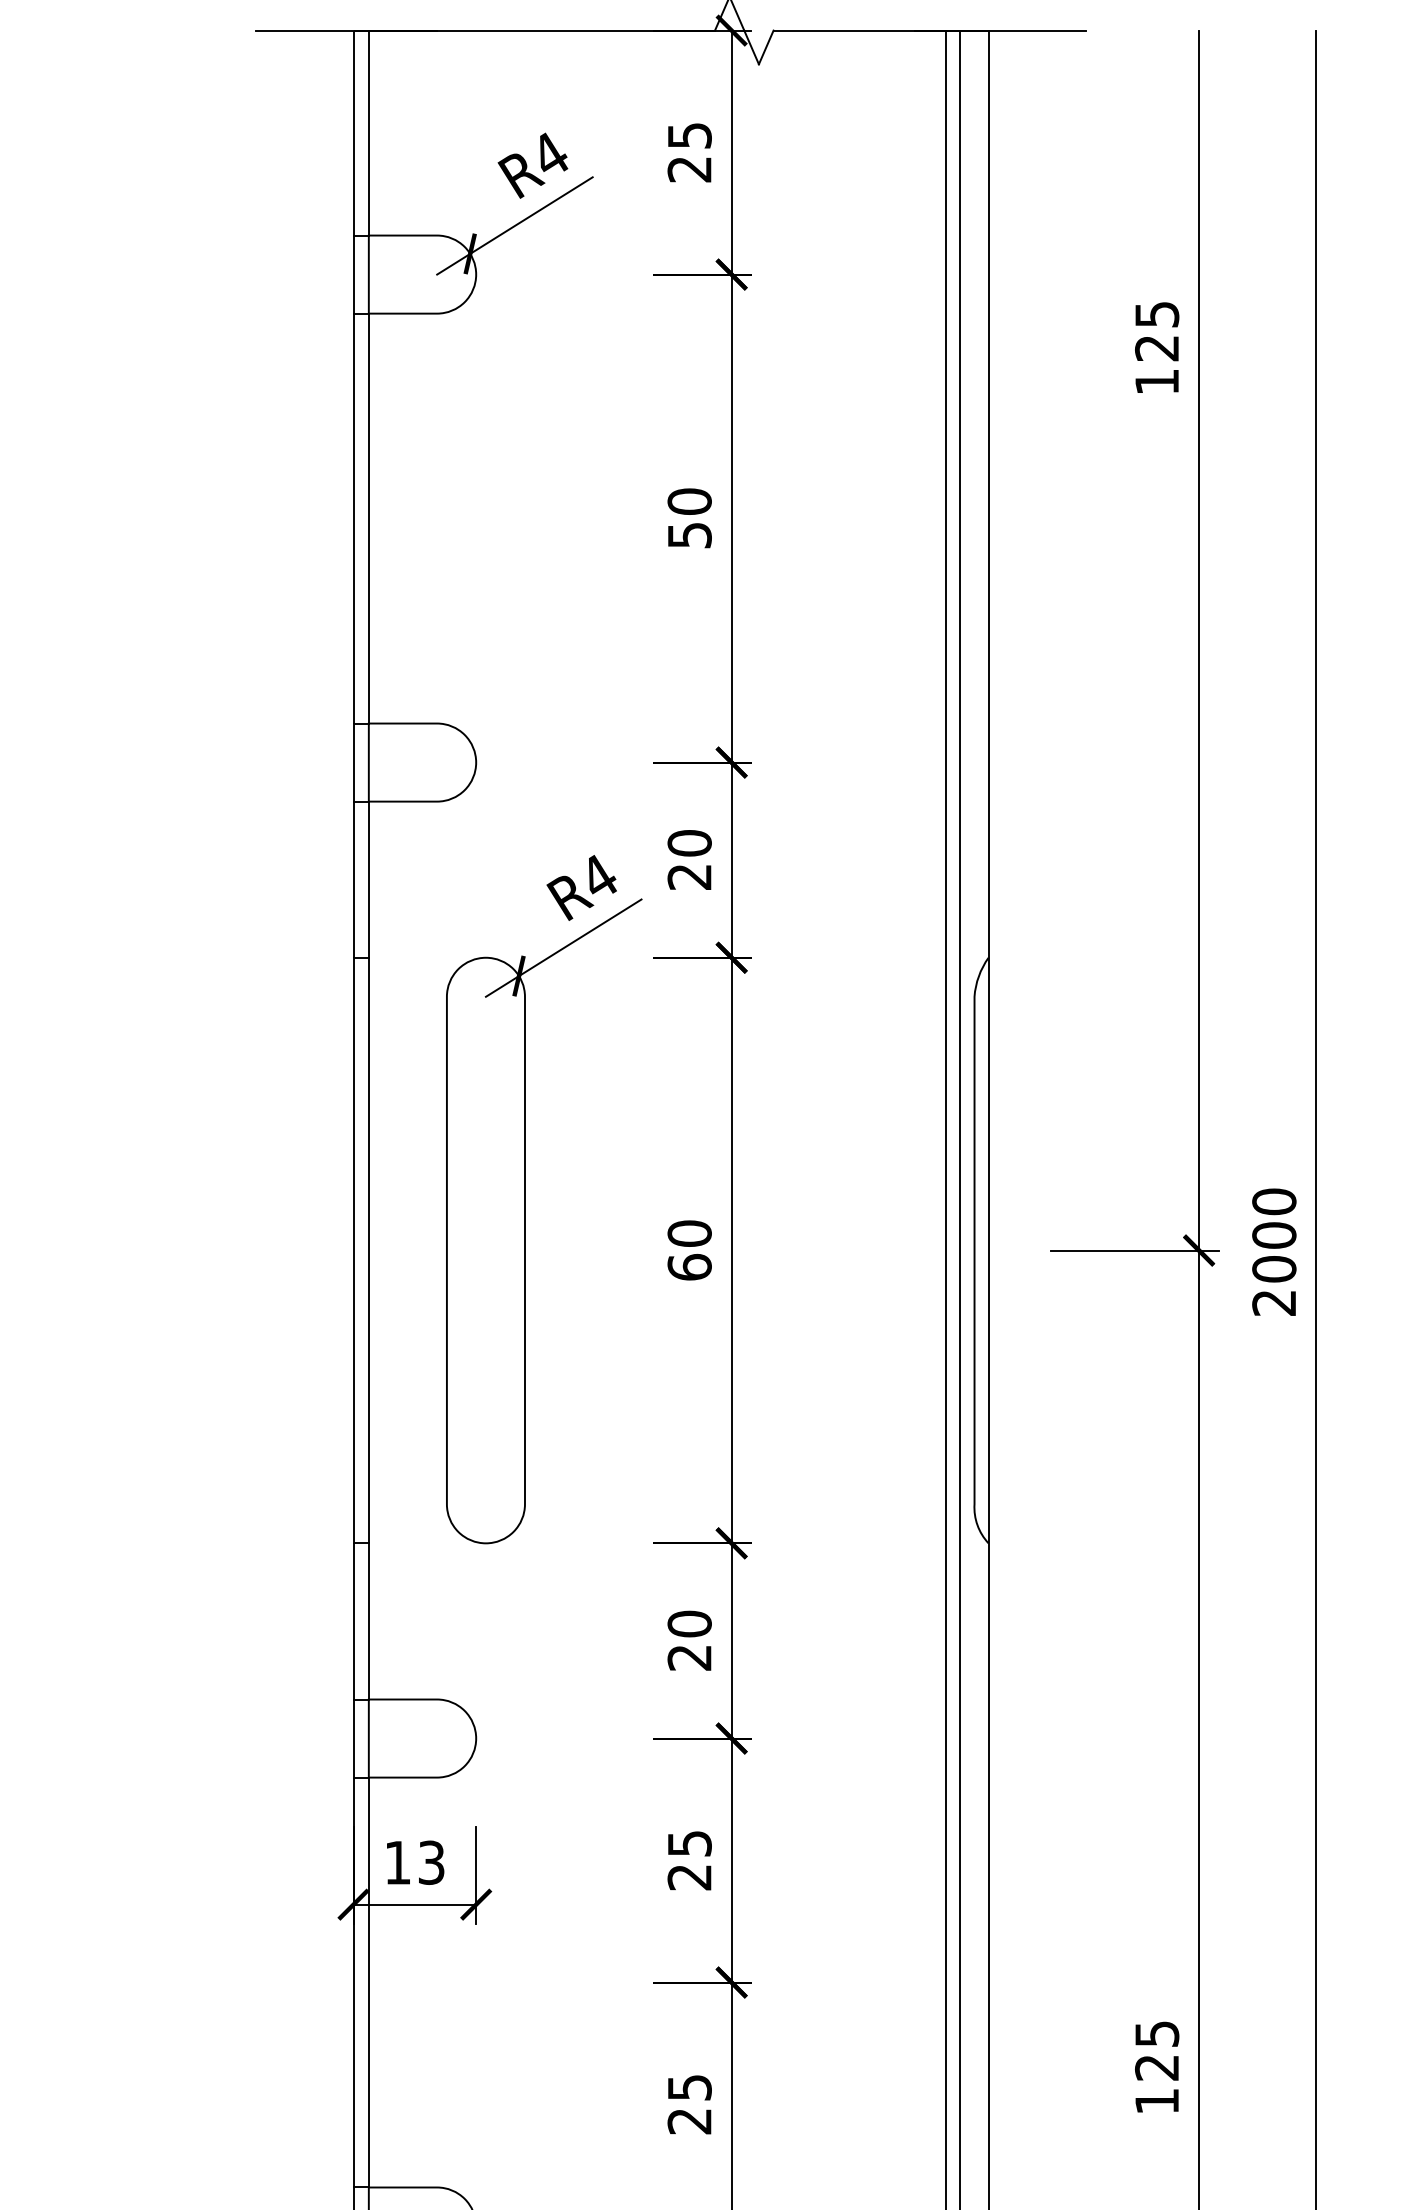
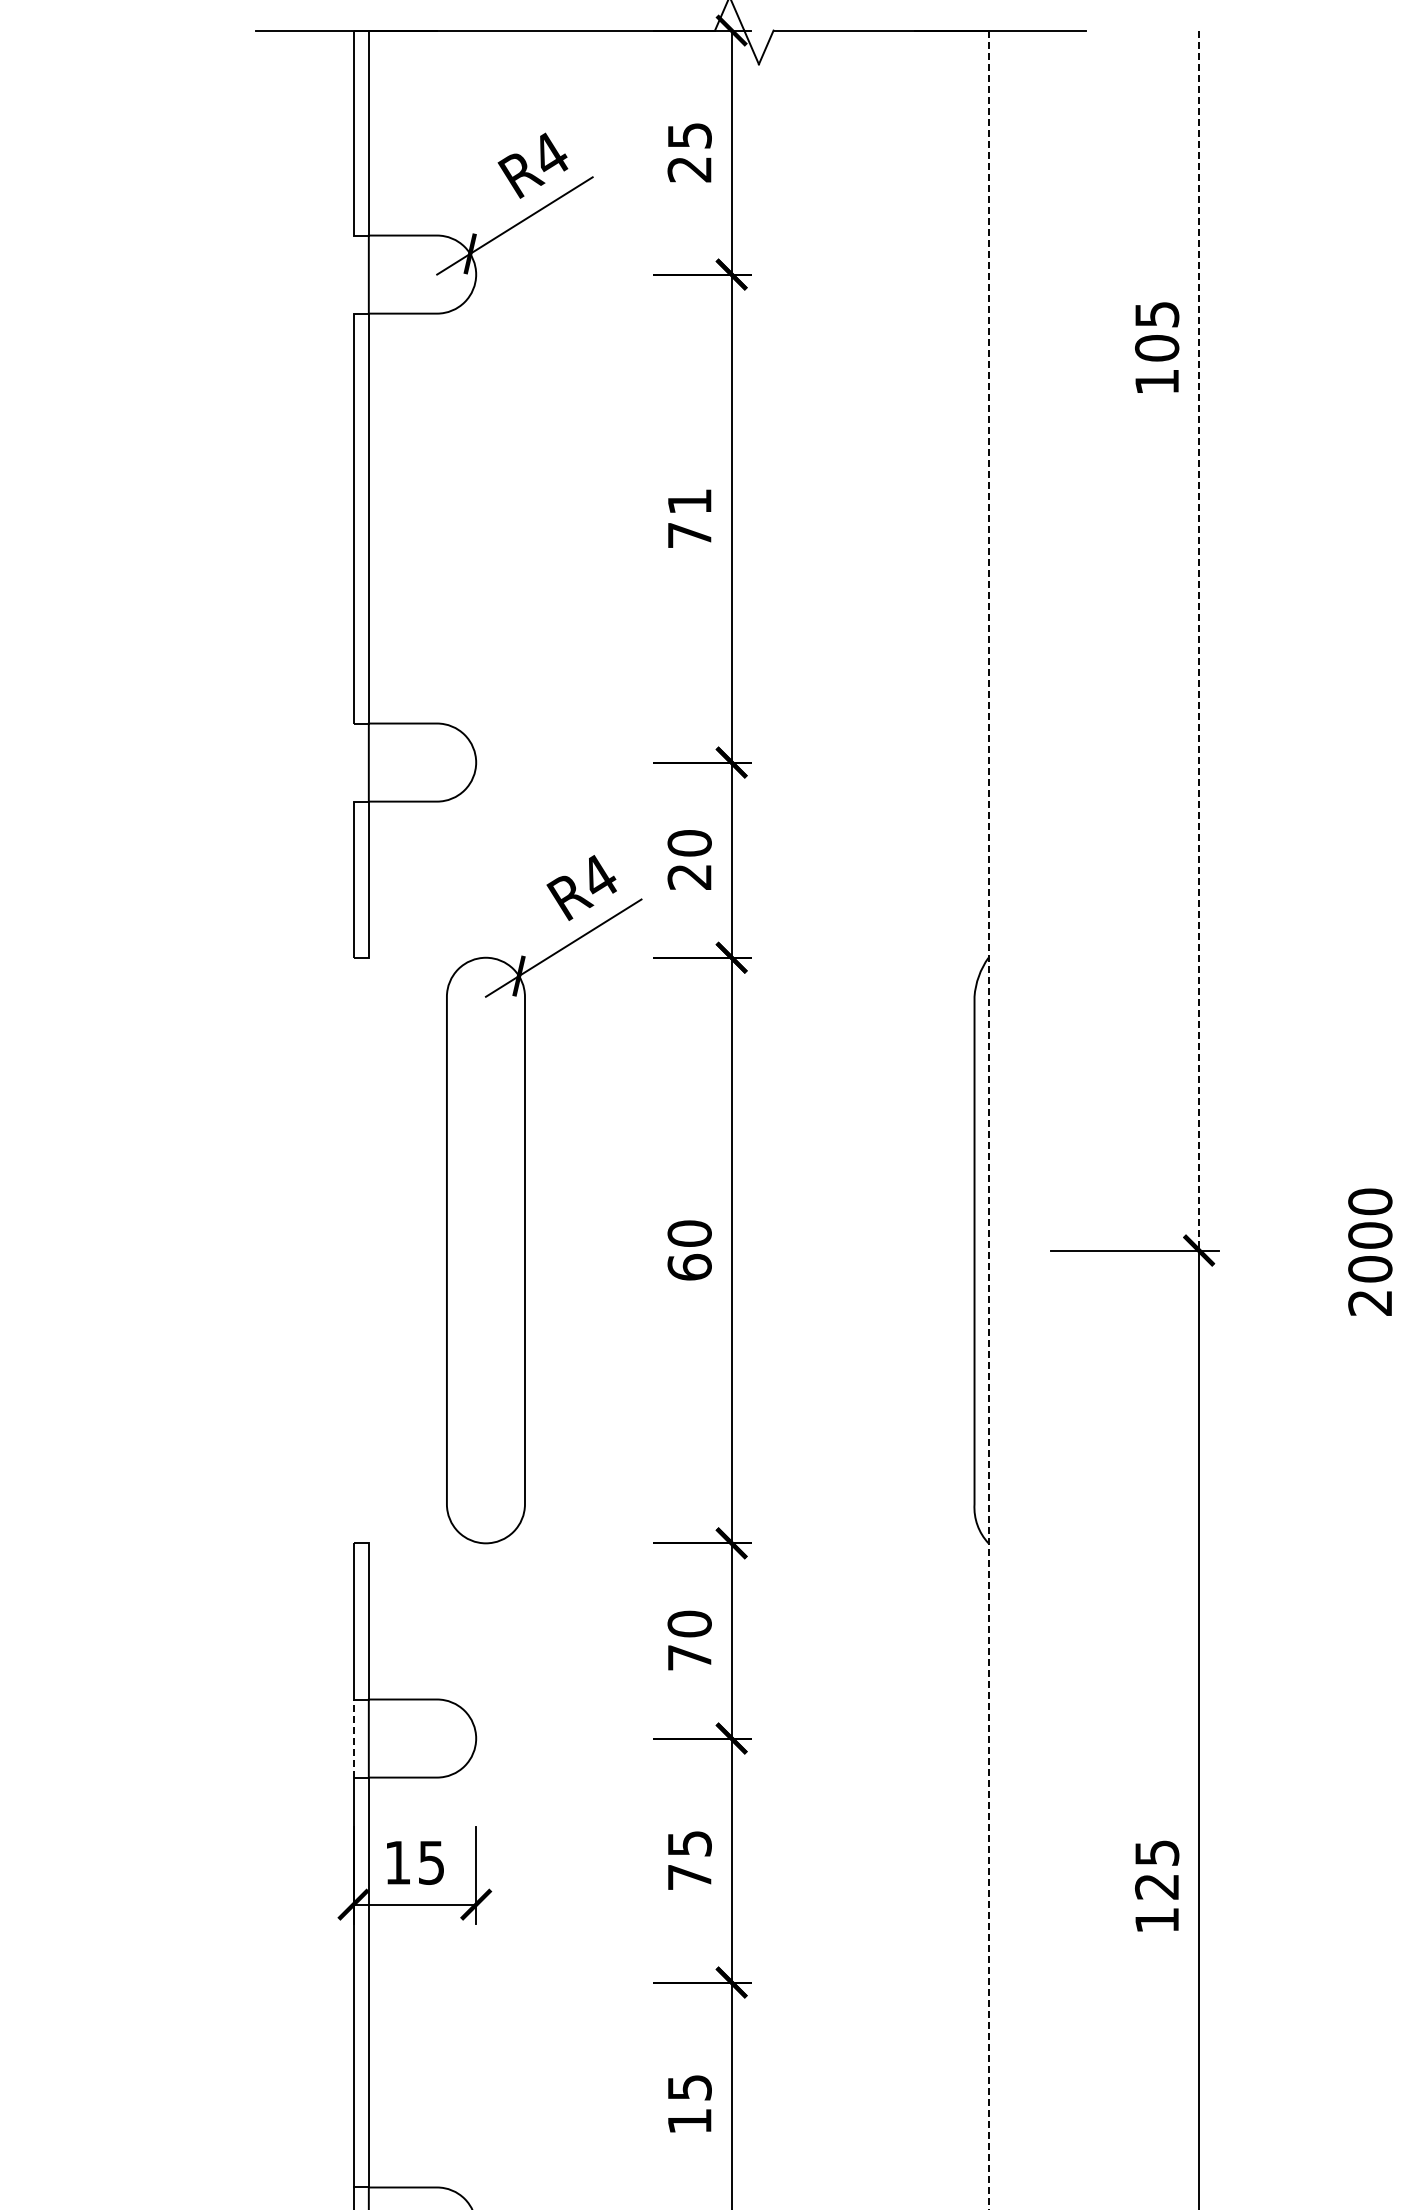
line at (353, 274): present -> none
text at (1157, 348): 125 -> 105
text at (689, 518): 50 -> 71
line at (1199, 640): solid -> dashed
line at (353, 762): present -> none
line at (946, 1118): present -> none
line at (959, 1118): present -> none
line at (1316, 1118): present -> none
line at (988, 1120): solid -> dashed
line at (354, 1250): present -> none
line at (368, 1250): present -> none
text at (1274, 1251) position: (1274, 1251) -> (1370, 1251)
text at (689, 1657): 20 -> 70
line at (353, 1738): solid -> dashed
text at (431, 1862): 13 -> 15
text at (689, 1877): 25 -> 75
text at (1157, 2066) position: (1157, 2066) -> (1157, 1885)
text at (689, 2121): 25 -> 15
